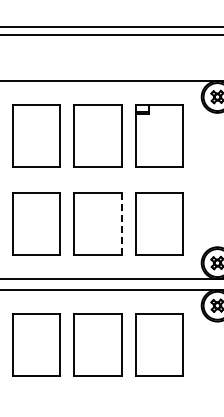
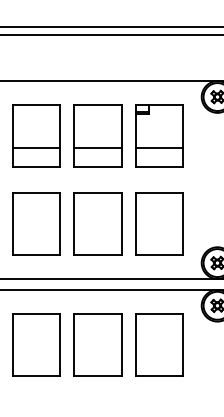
line at (36, 148): none -> present
line at (97, 148): none -> present
line at (159, 148): none -> present
line at (121, 223): dashed -> solid
